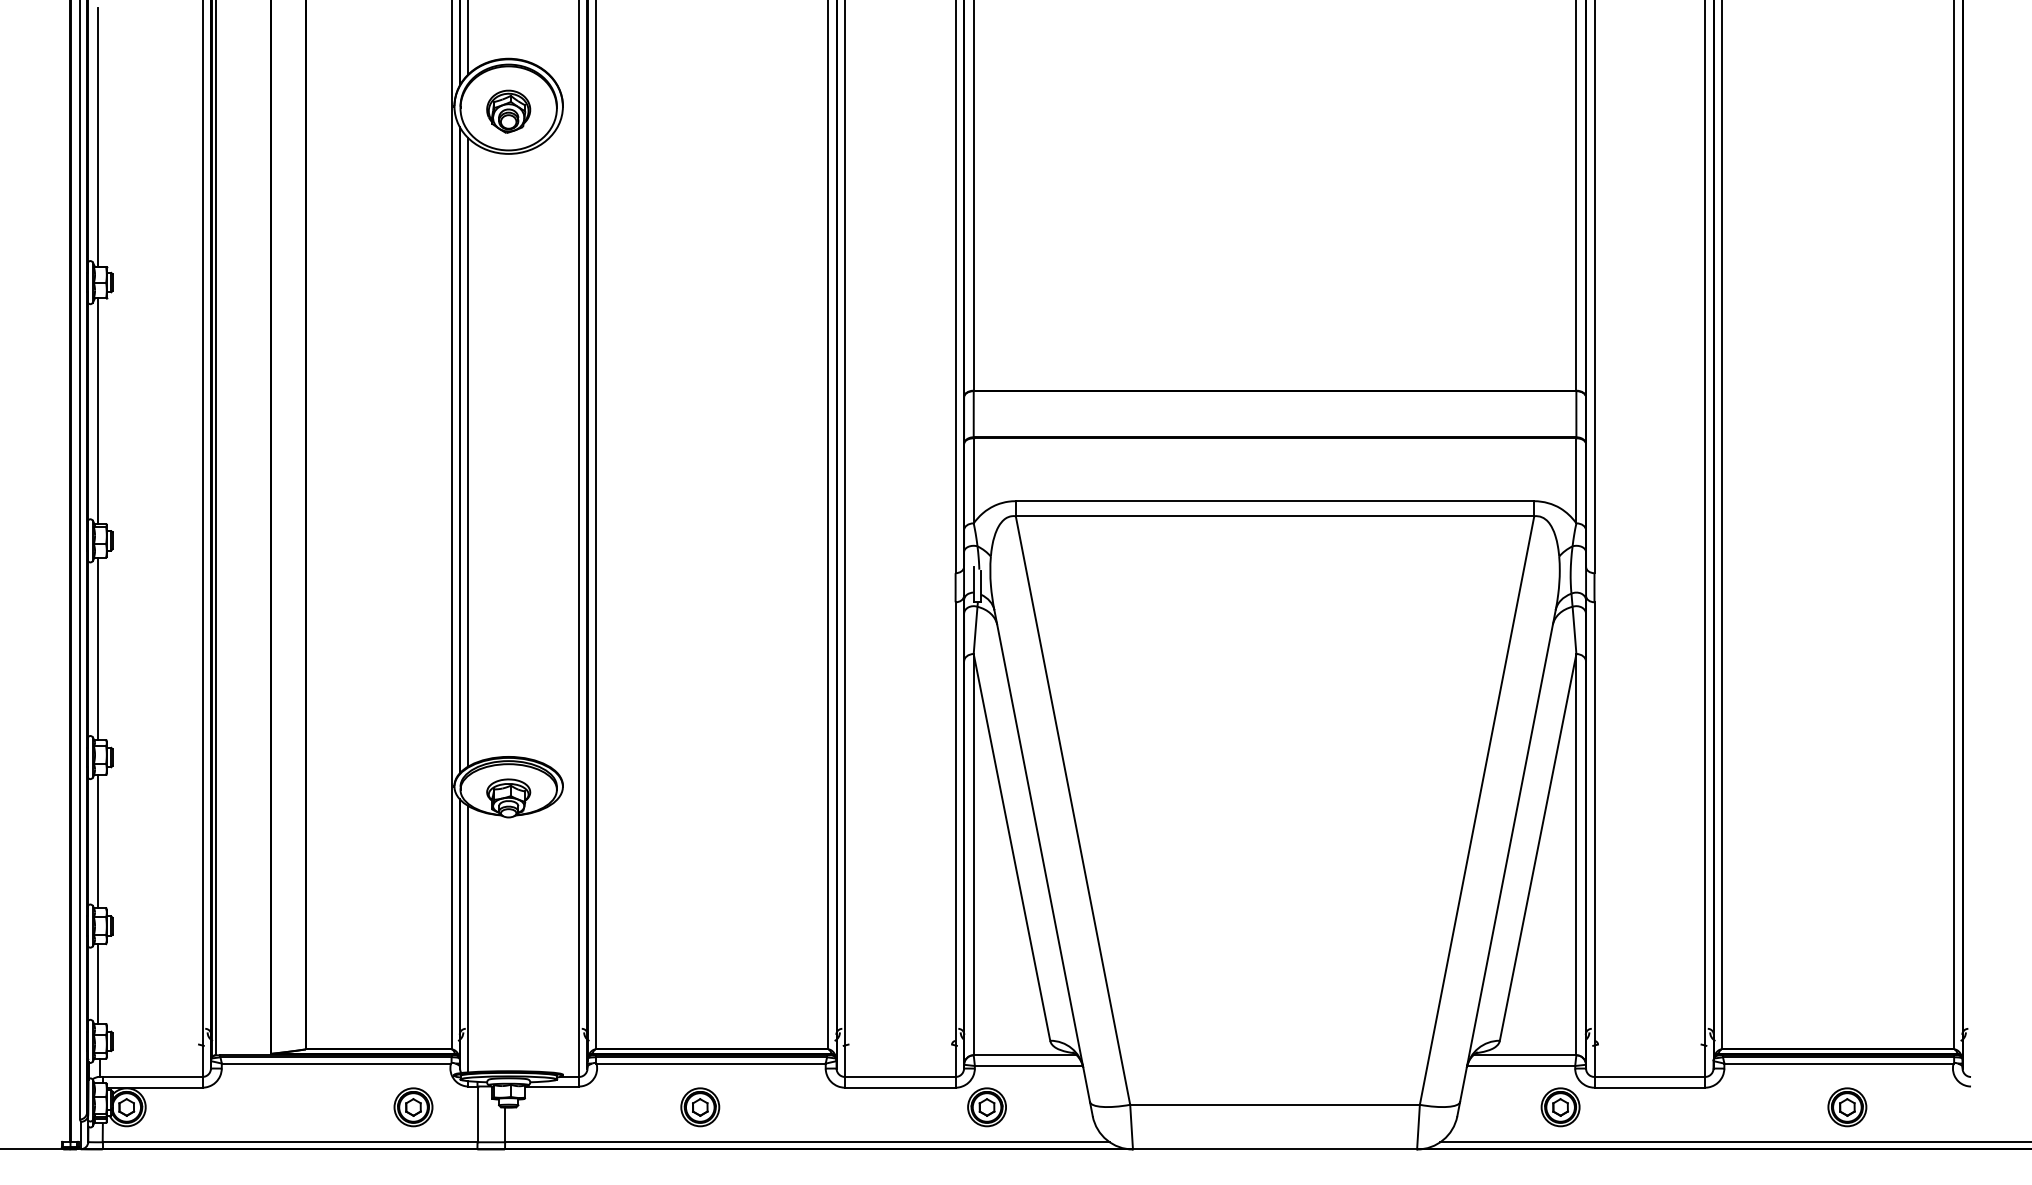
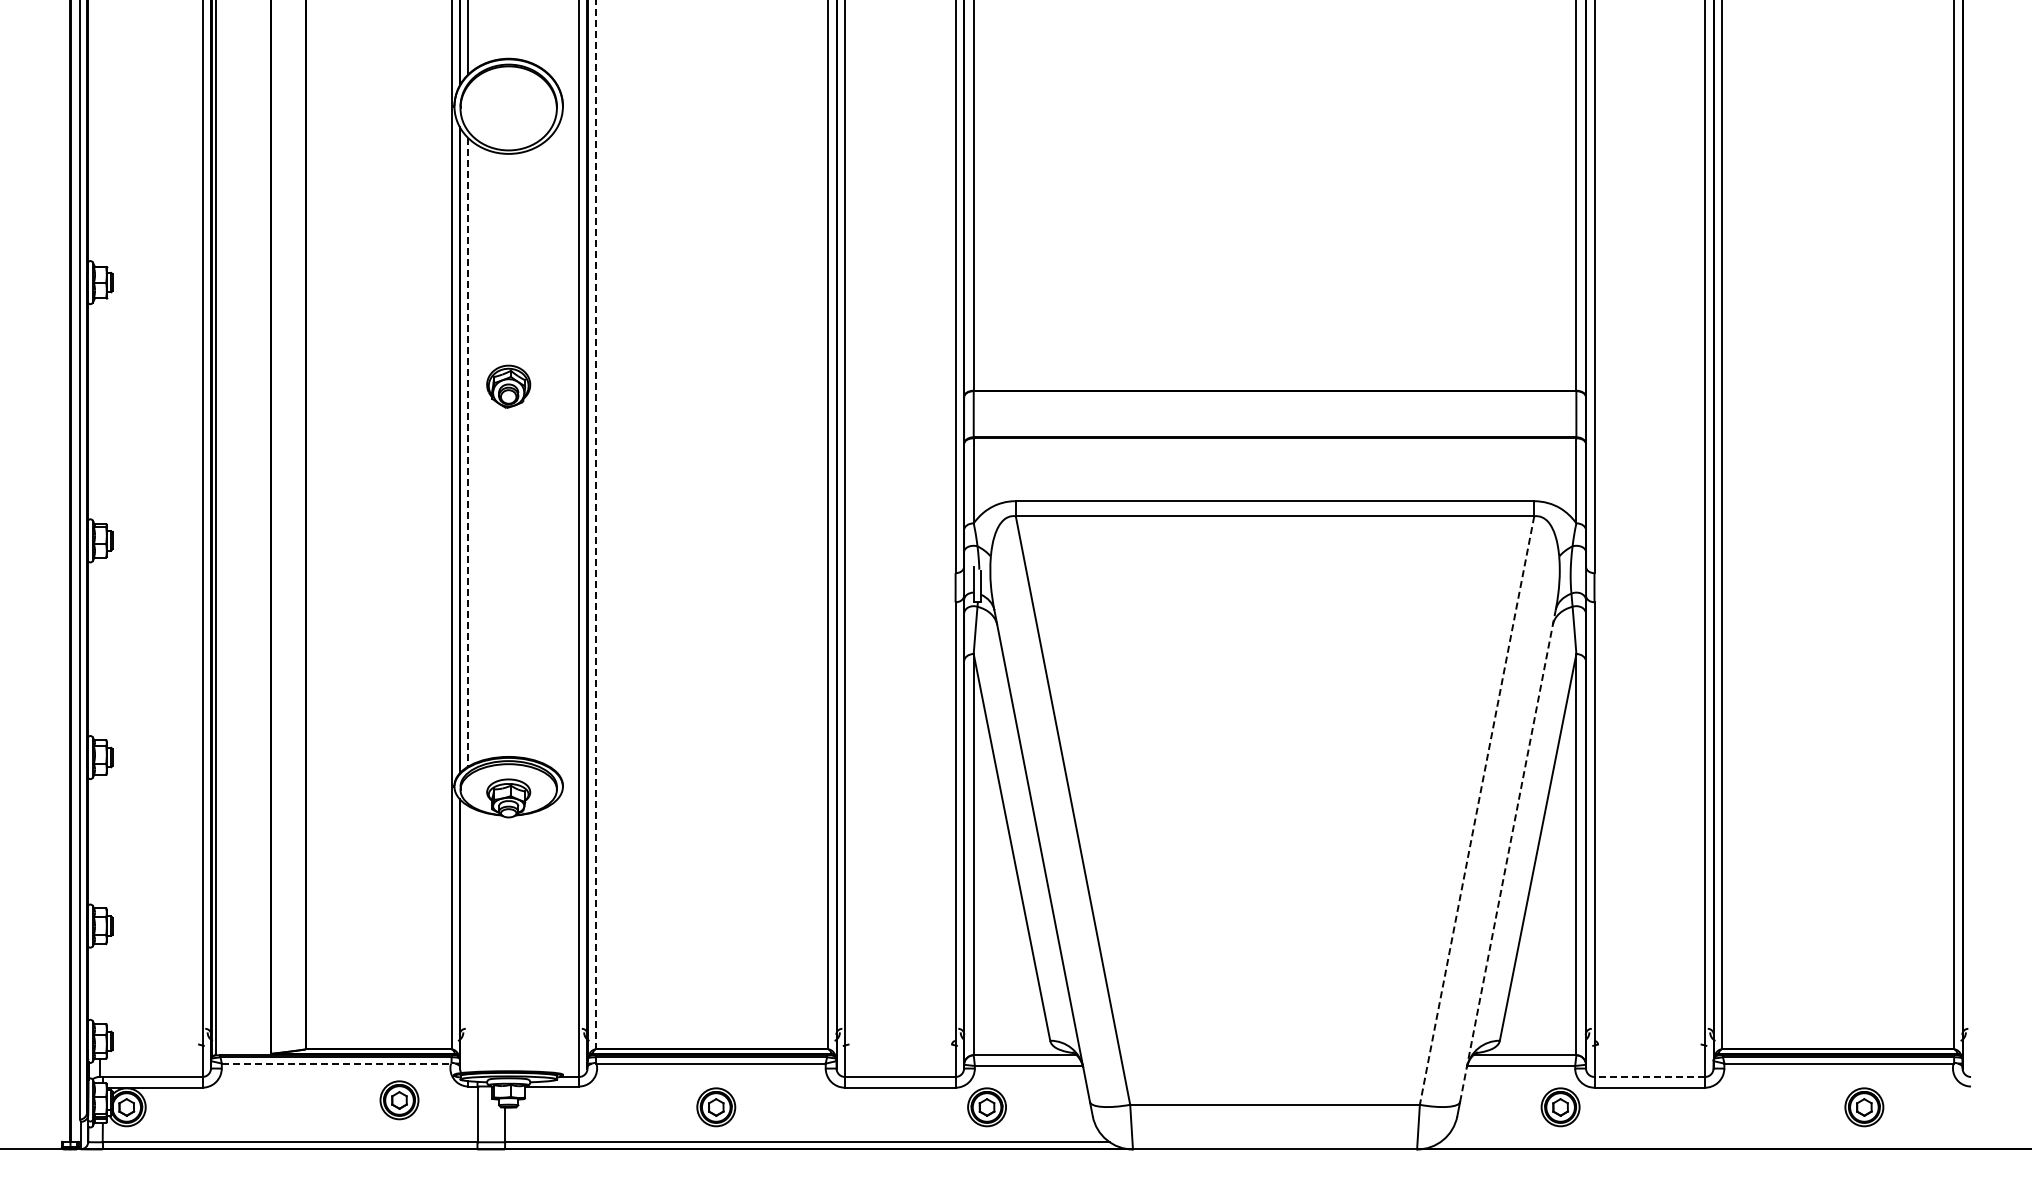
part at (508, 111) position: (508, 111) -> (508, 386)
line at (98, 136): present -> none
line at (98, 410): present -> none
line at (468, 452): solid -> dashed
line at (596, 525): solid -> dashed
line at (98, 648): present -> none
line at (1477, 810): solid -> dashed
line at (98, 841): present -> none
line at (1507, 855): solid -> dashed
line at (468, 939): present -> none
line at (98, 983): present -> none
line at (336, 1063): solid -> dashed
line at (1649, 1076): solid -> dashed
part at (413, 1107) position: (413, 1107) -> (399, 1100)
part at (700, 1107) position: (700, 1107) -> (716, 1107)
part at (1847, 1107) position: (1847, 1107) -> (1864, 1107)
line at (1734, 1142): present -> none
